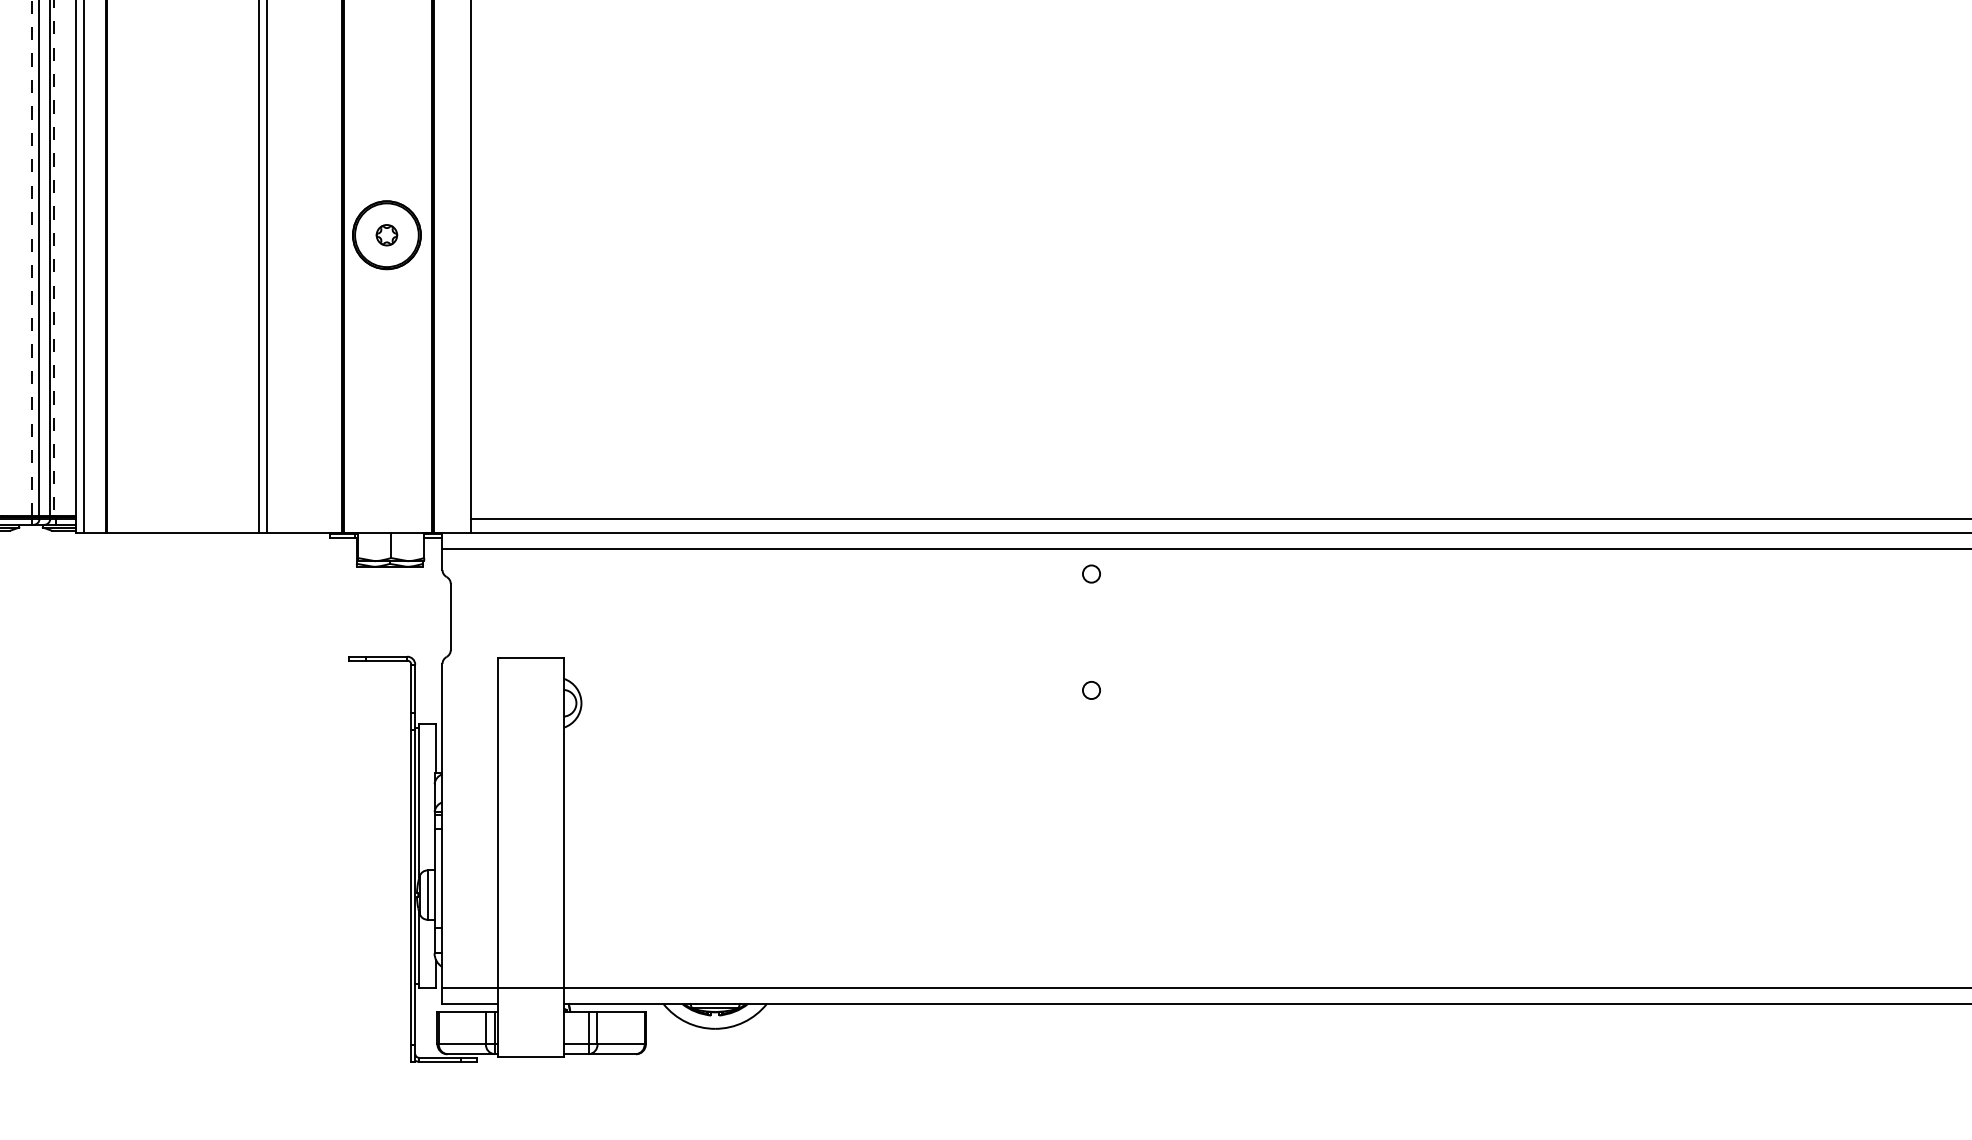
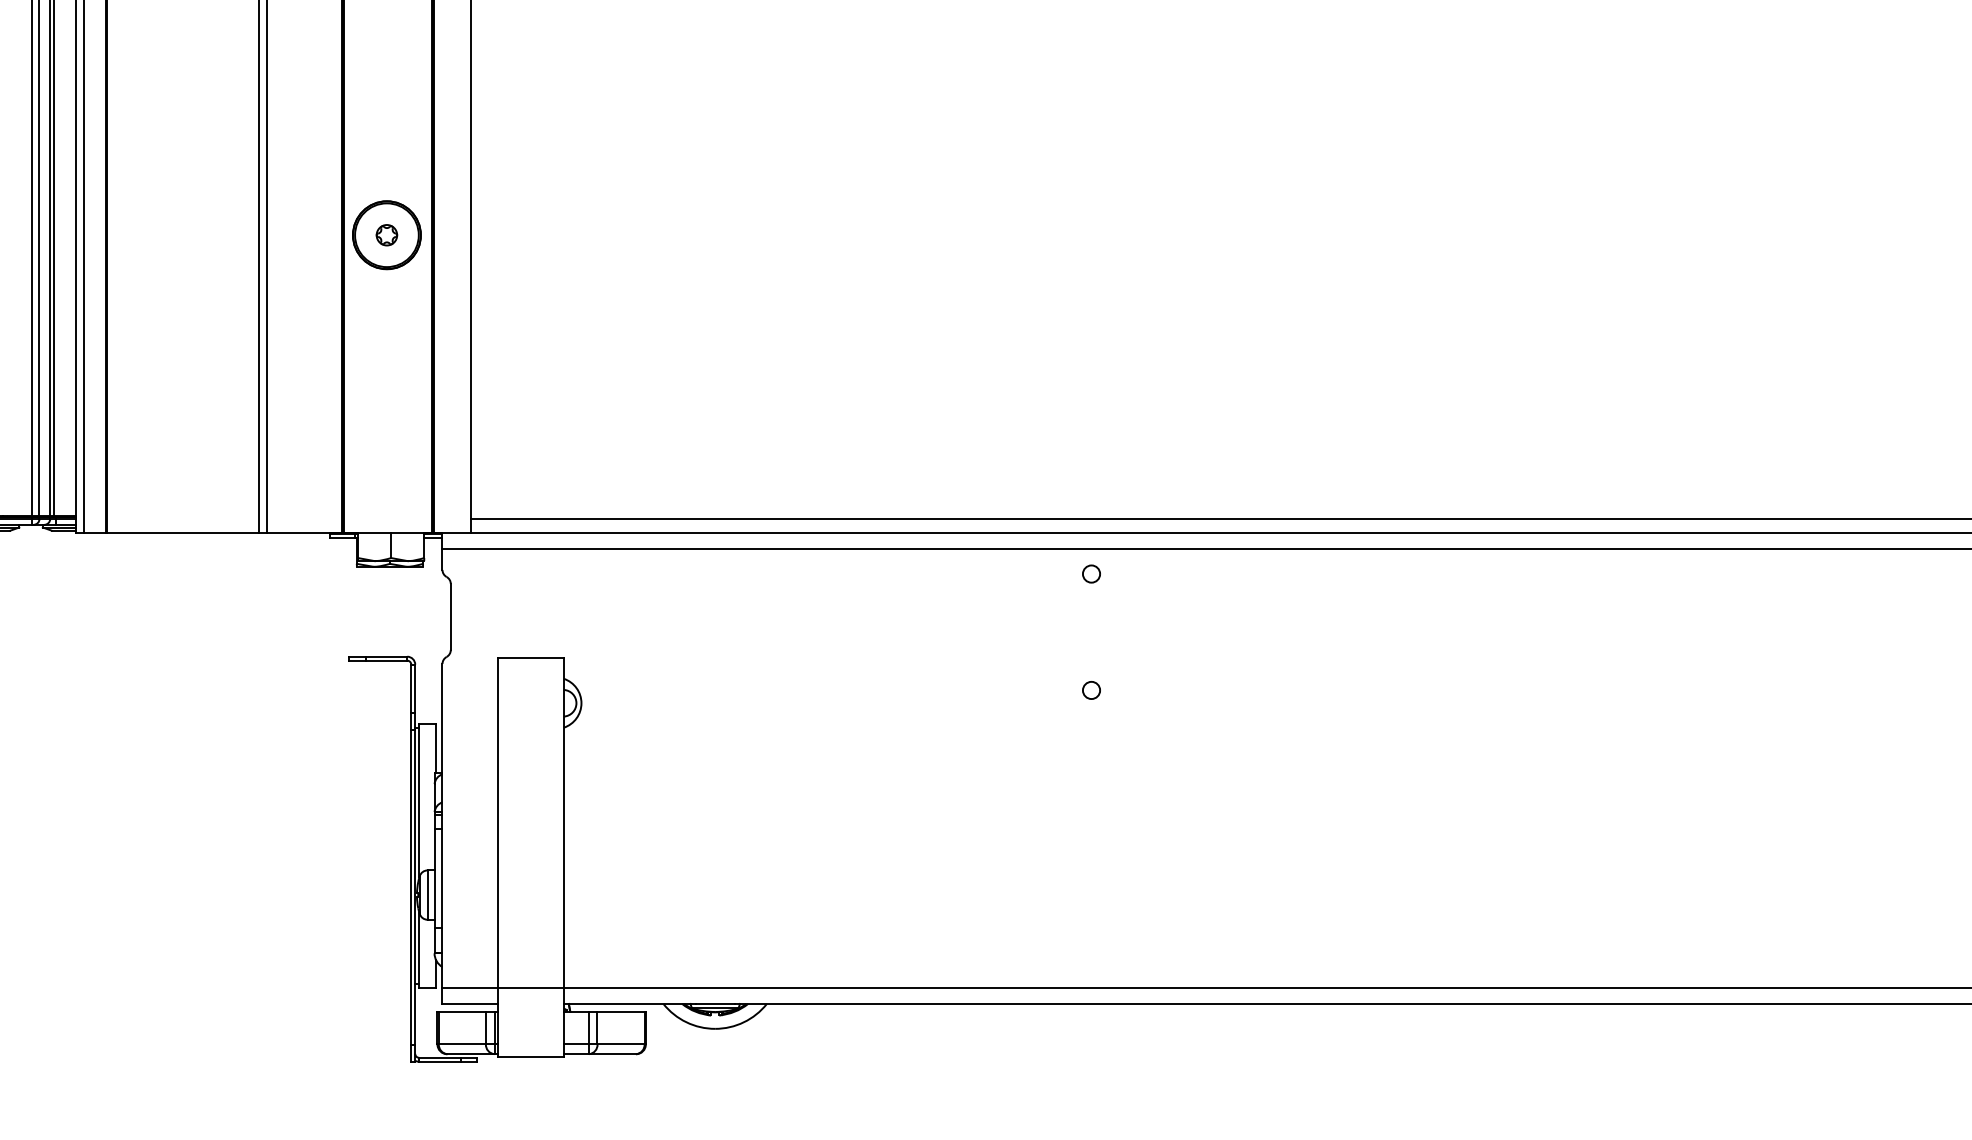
line at (31, 258): dashed -> solid
line at (54, 258): dashed -> solid
